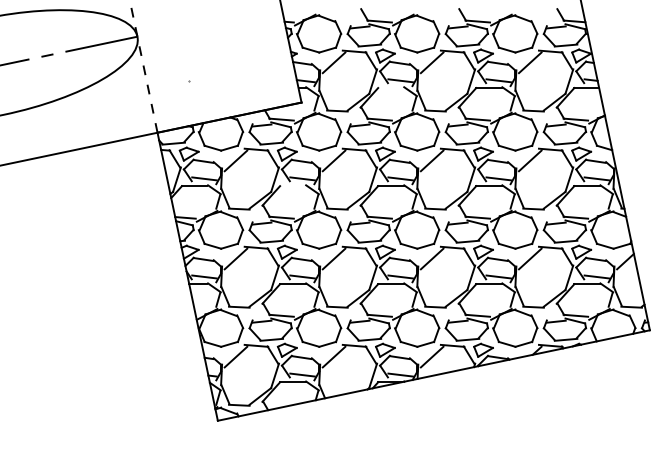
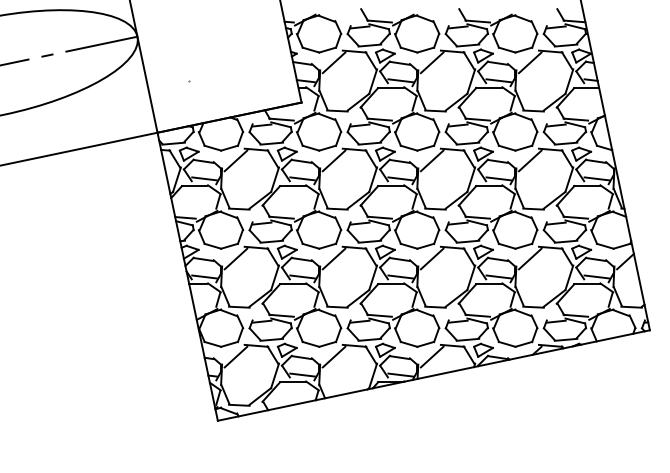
line at (143, 66): dashed -> solid
line at (390, 88): none -> present
line at (292, 186): none -> present
